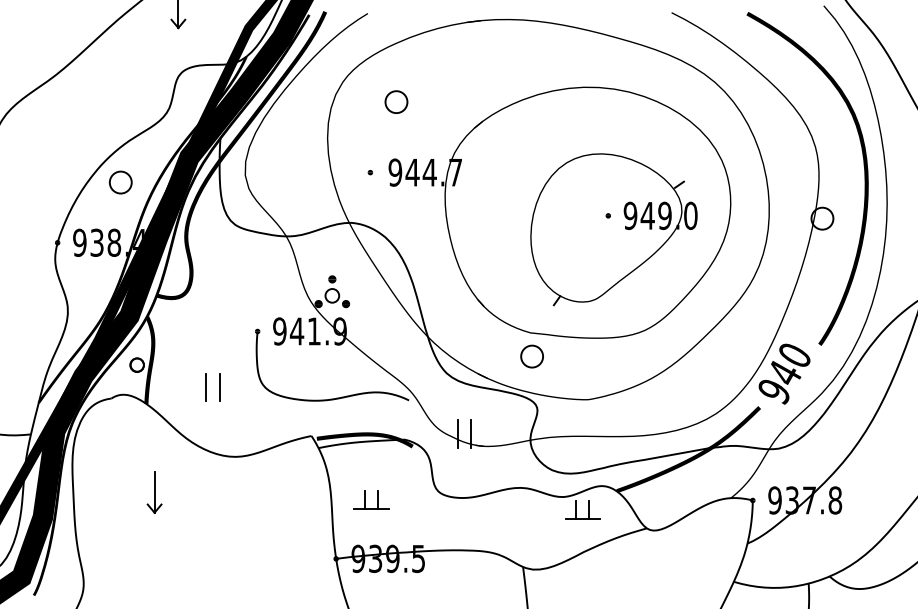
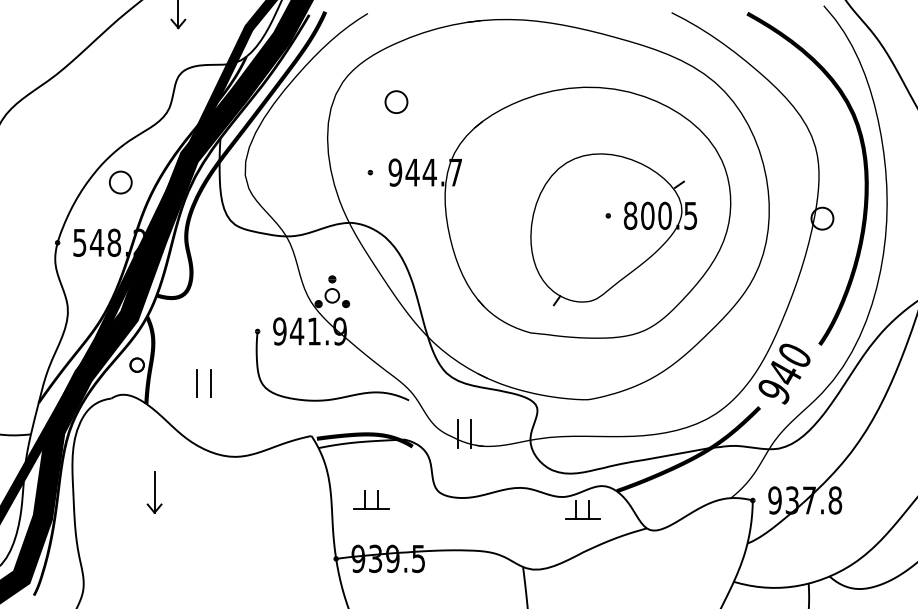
text at (660, 215): 949.0 -> 800.5
text at (108, 242): 938.4 -> 548.2
part at (531, 356): present -> none
part at (212, 387) position: (212, 387) -> (203, 383)
